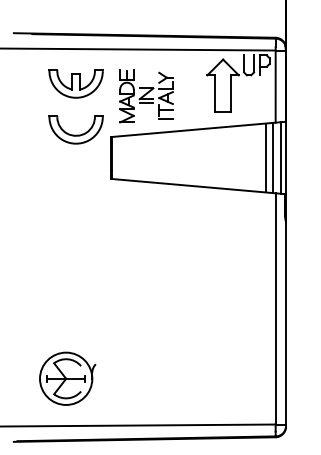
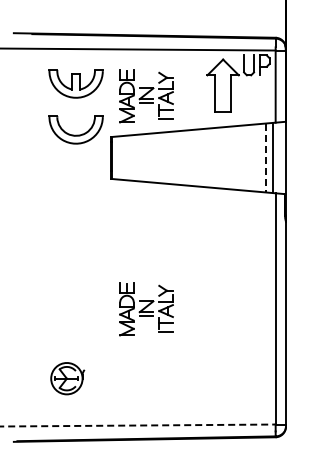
line at (280, 157): present -> none
line at (265, 158): solid -> dashed
part at (146, 309): none -> present
part at (67, 378) size: 58x55 px -> 36x34 px
line at (137, 425): solid -> dashed
